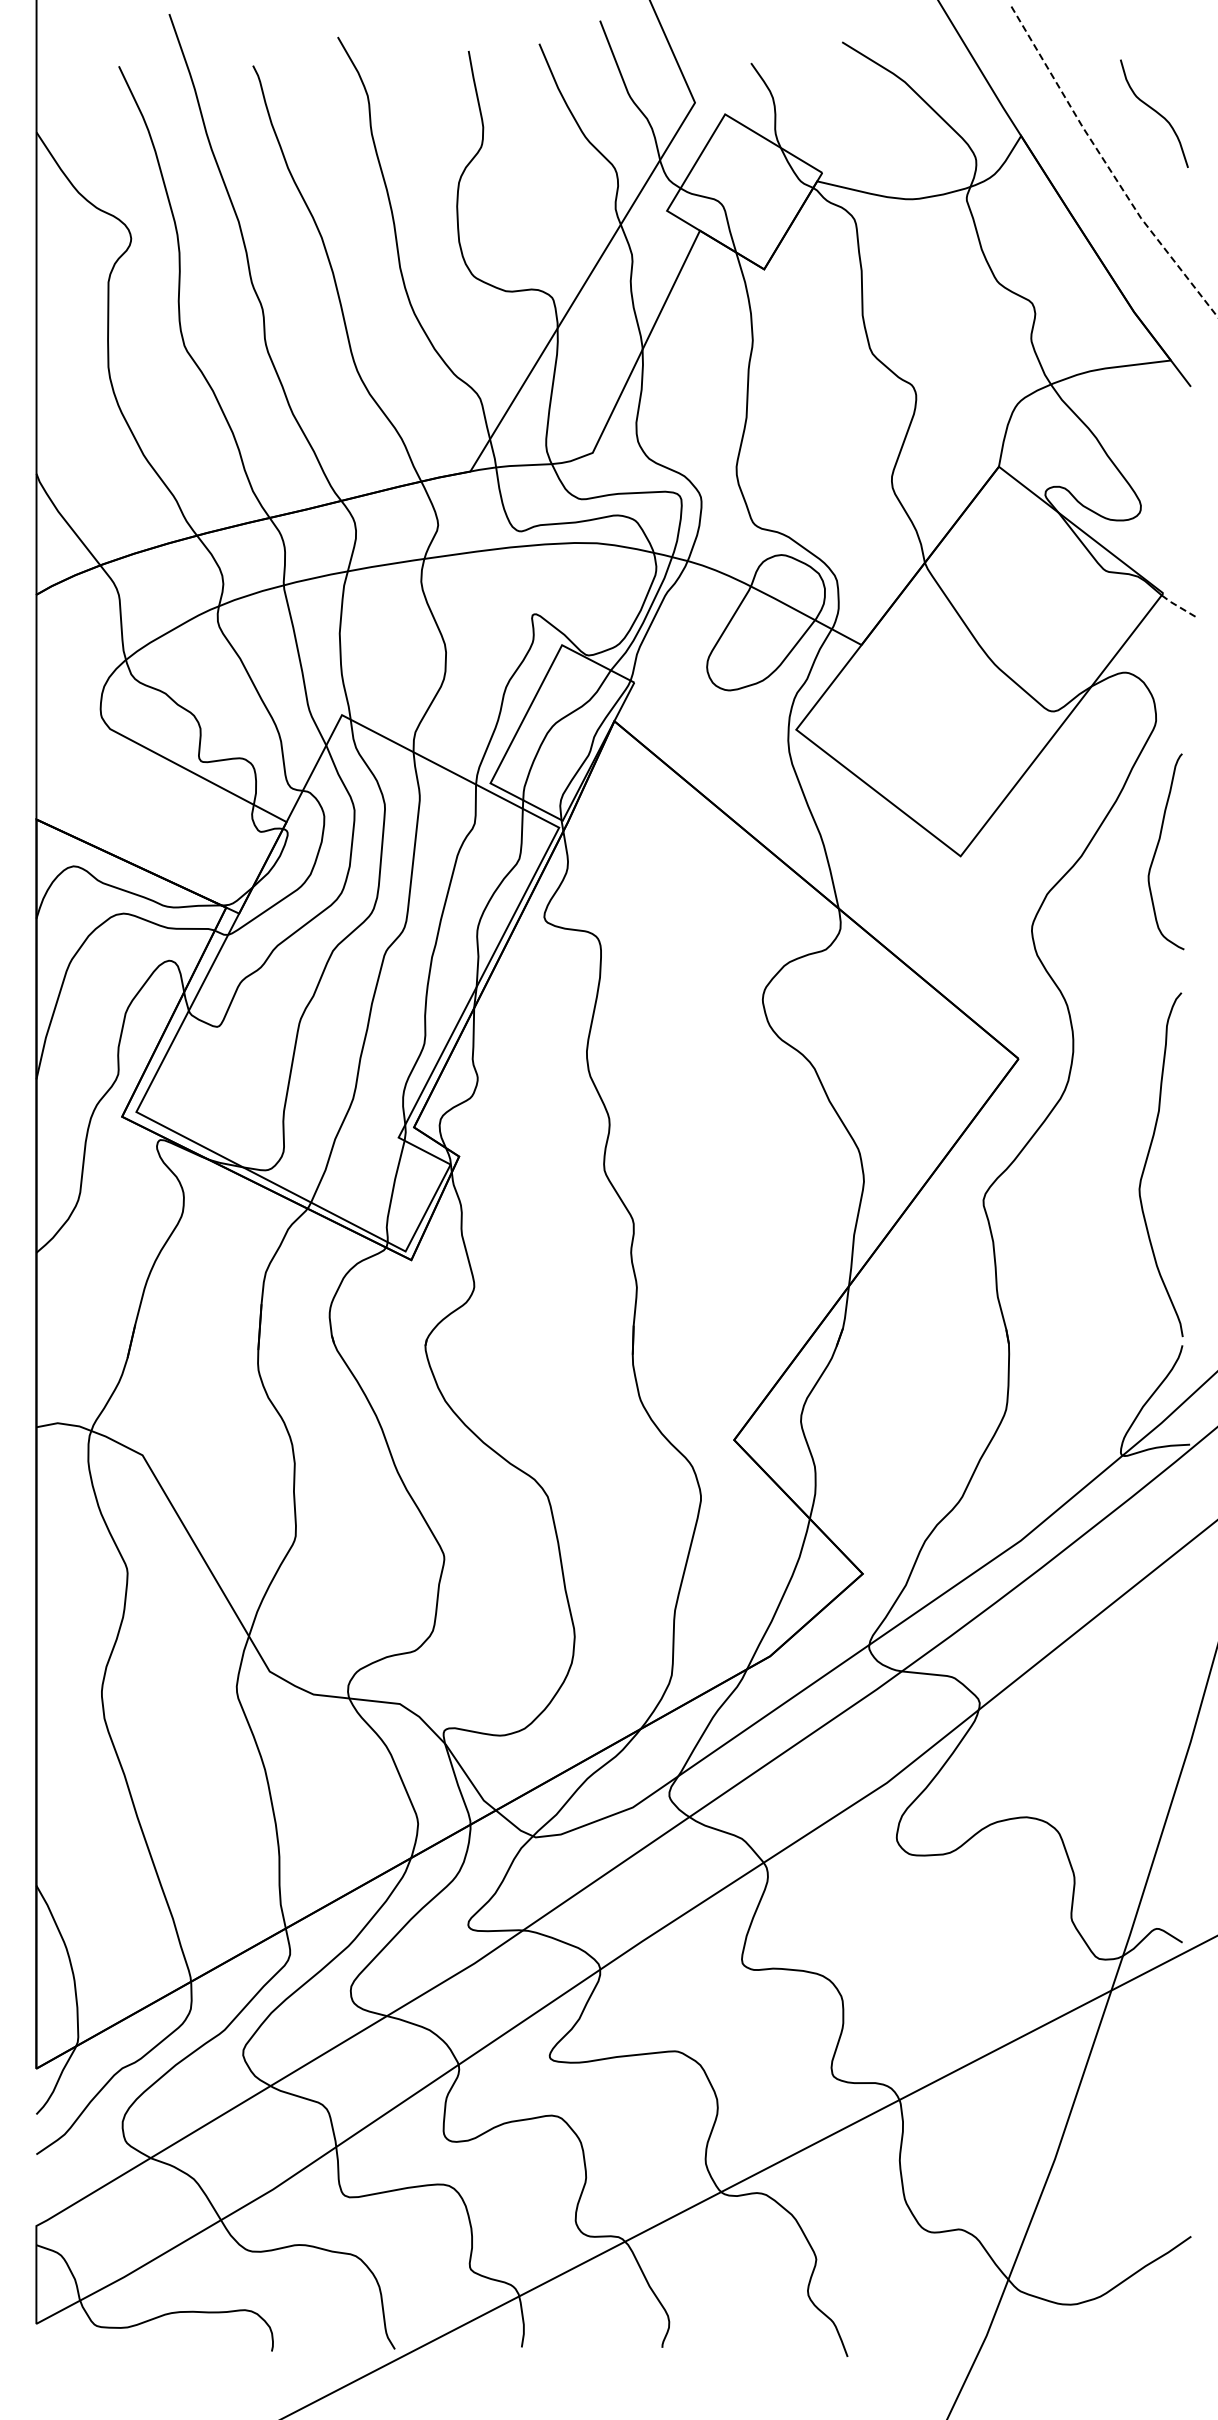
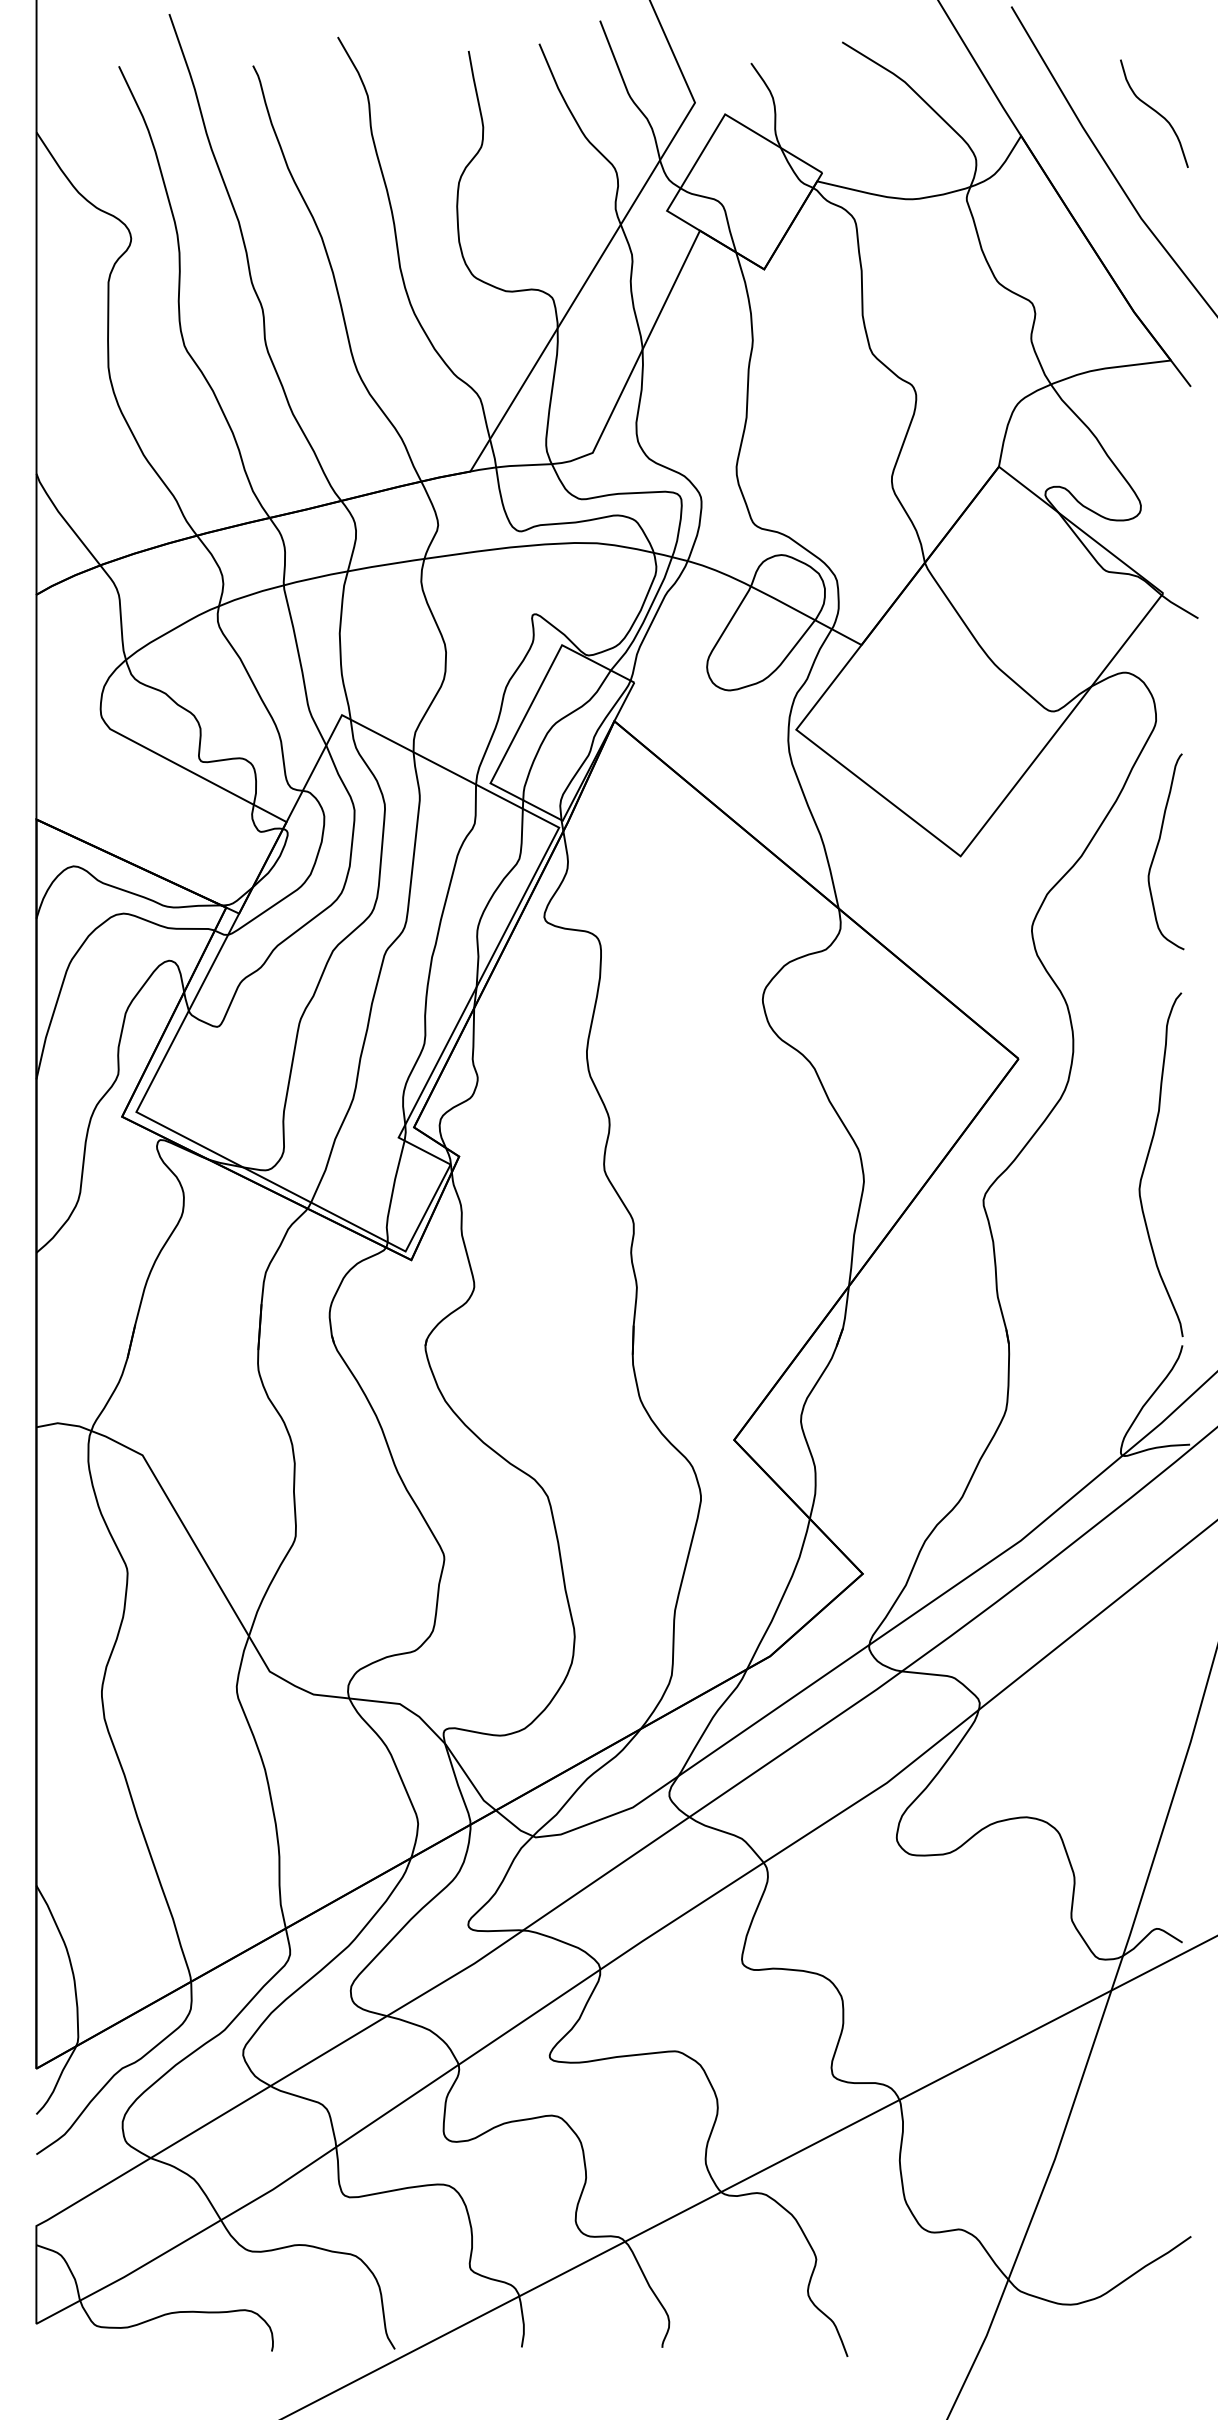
line at (1107, 166): dashed -> solid
line at (1179, 607): dashed -> solid
